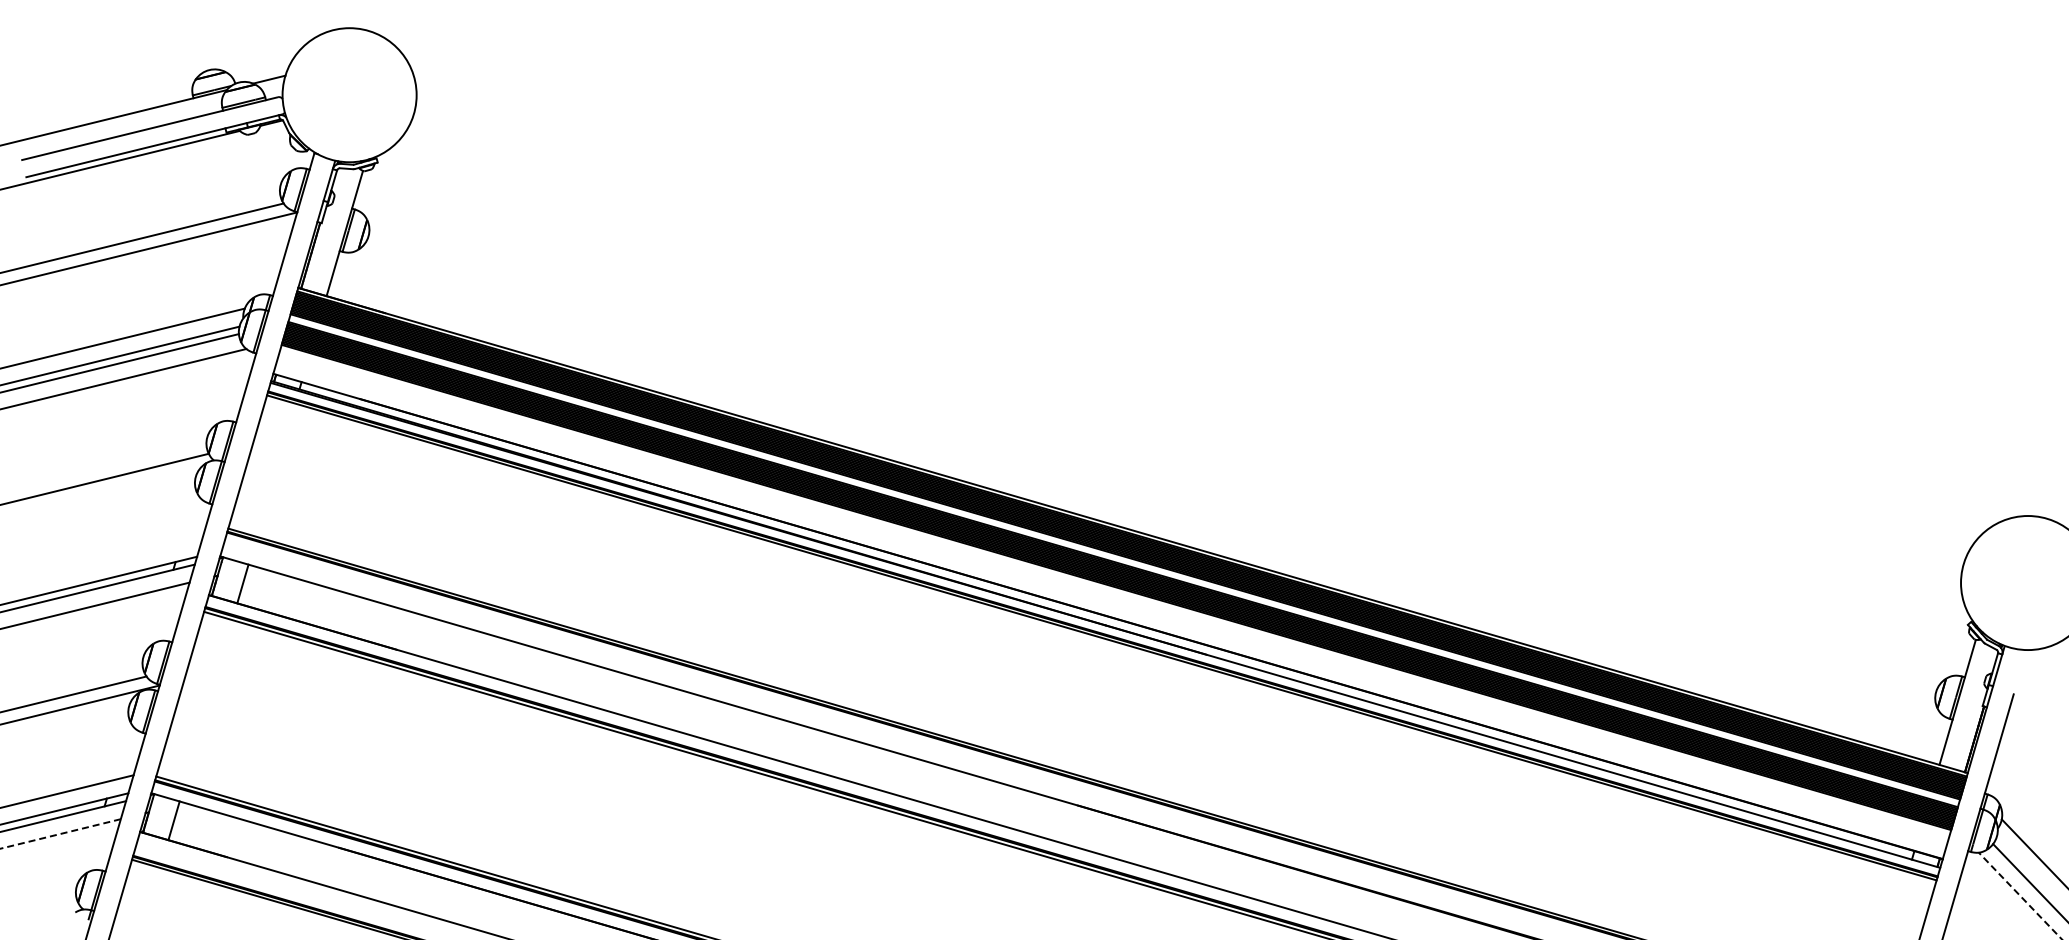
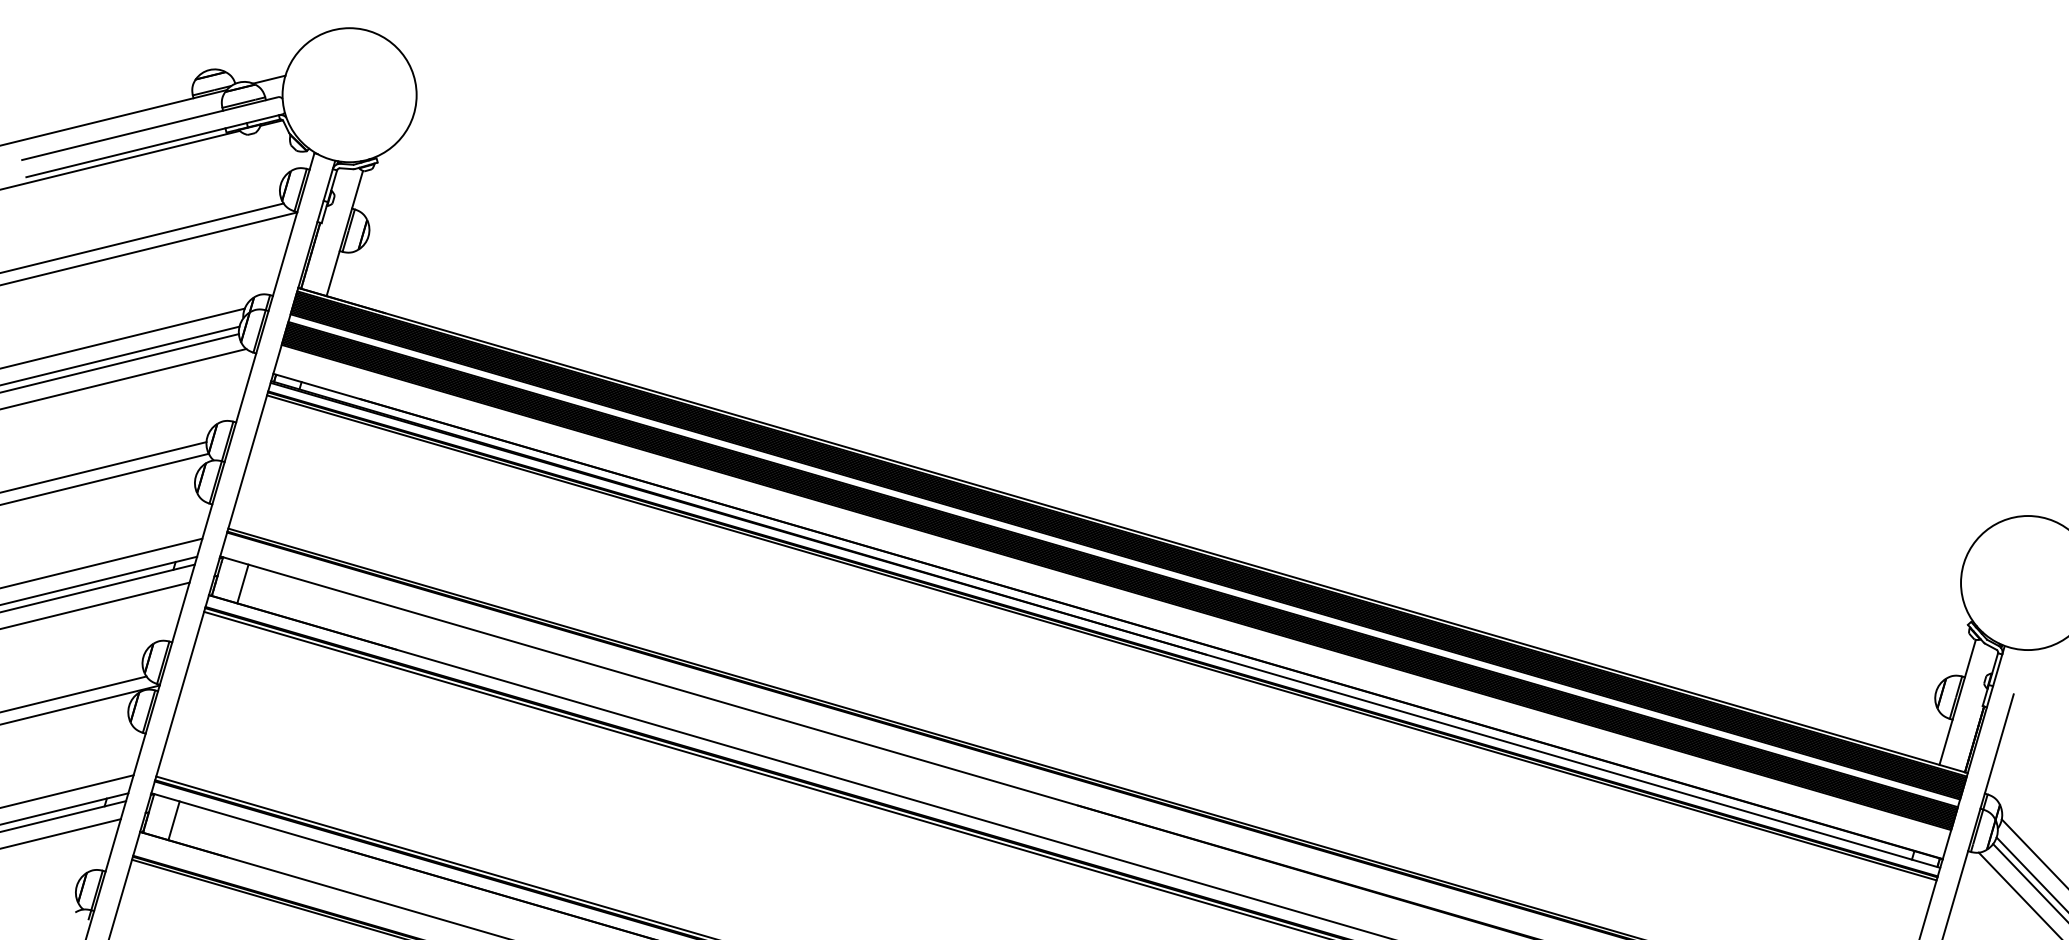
line at (104, 467): none -> present
line at (102, 562): none -> present
line at (60, 833): dashed -> solid
line at (2030, 873): none -> present
line at (2020, 895): dashed -> solid
